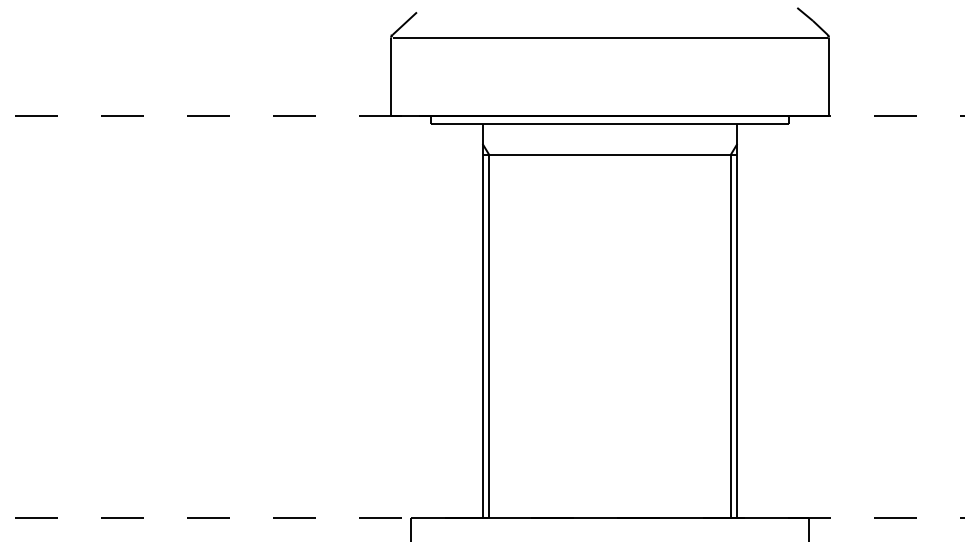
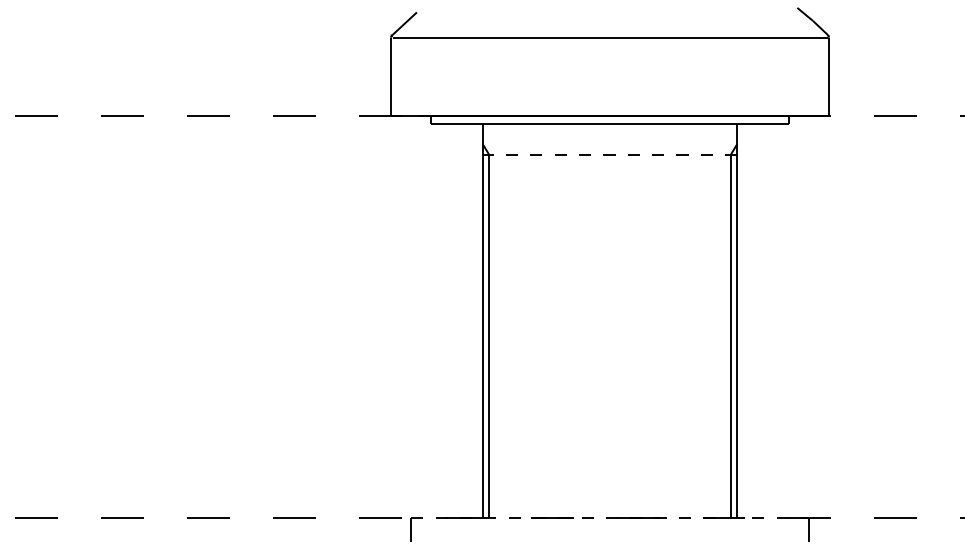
line at (609, 154): solid -> dashed
line at (610, 518): solid -> dashed
